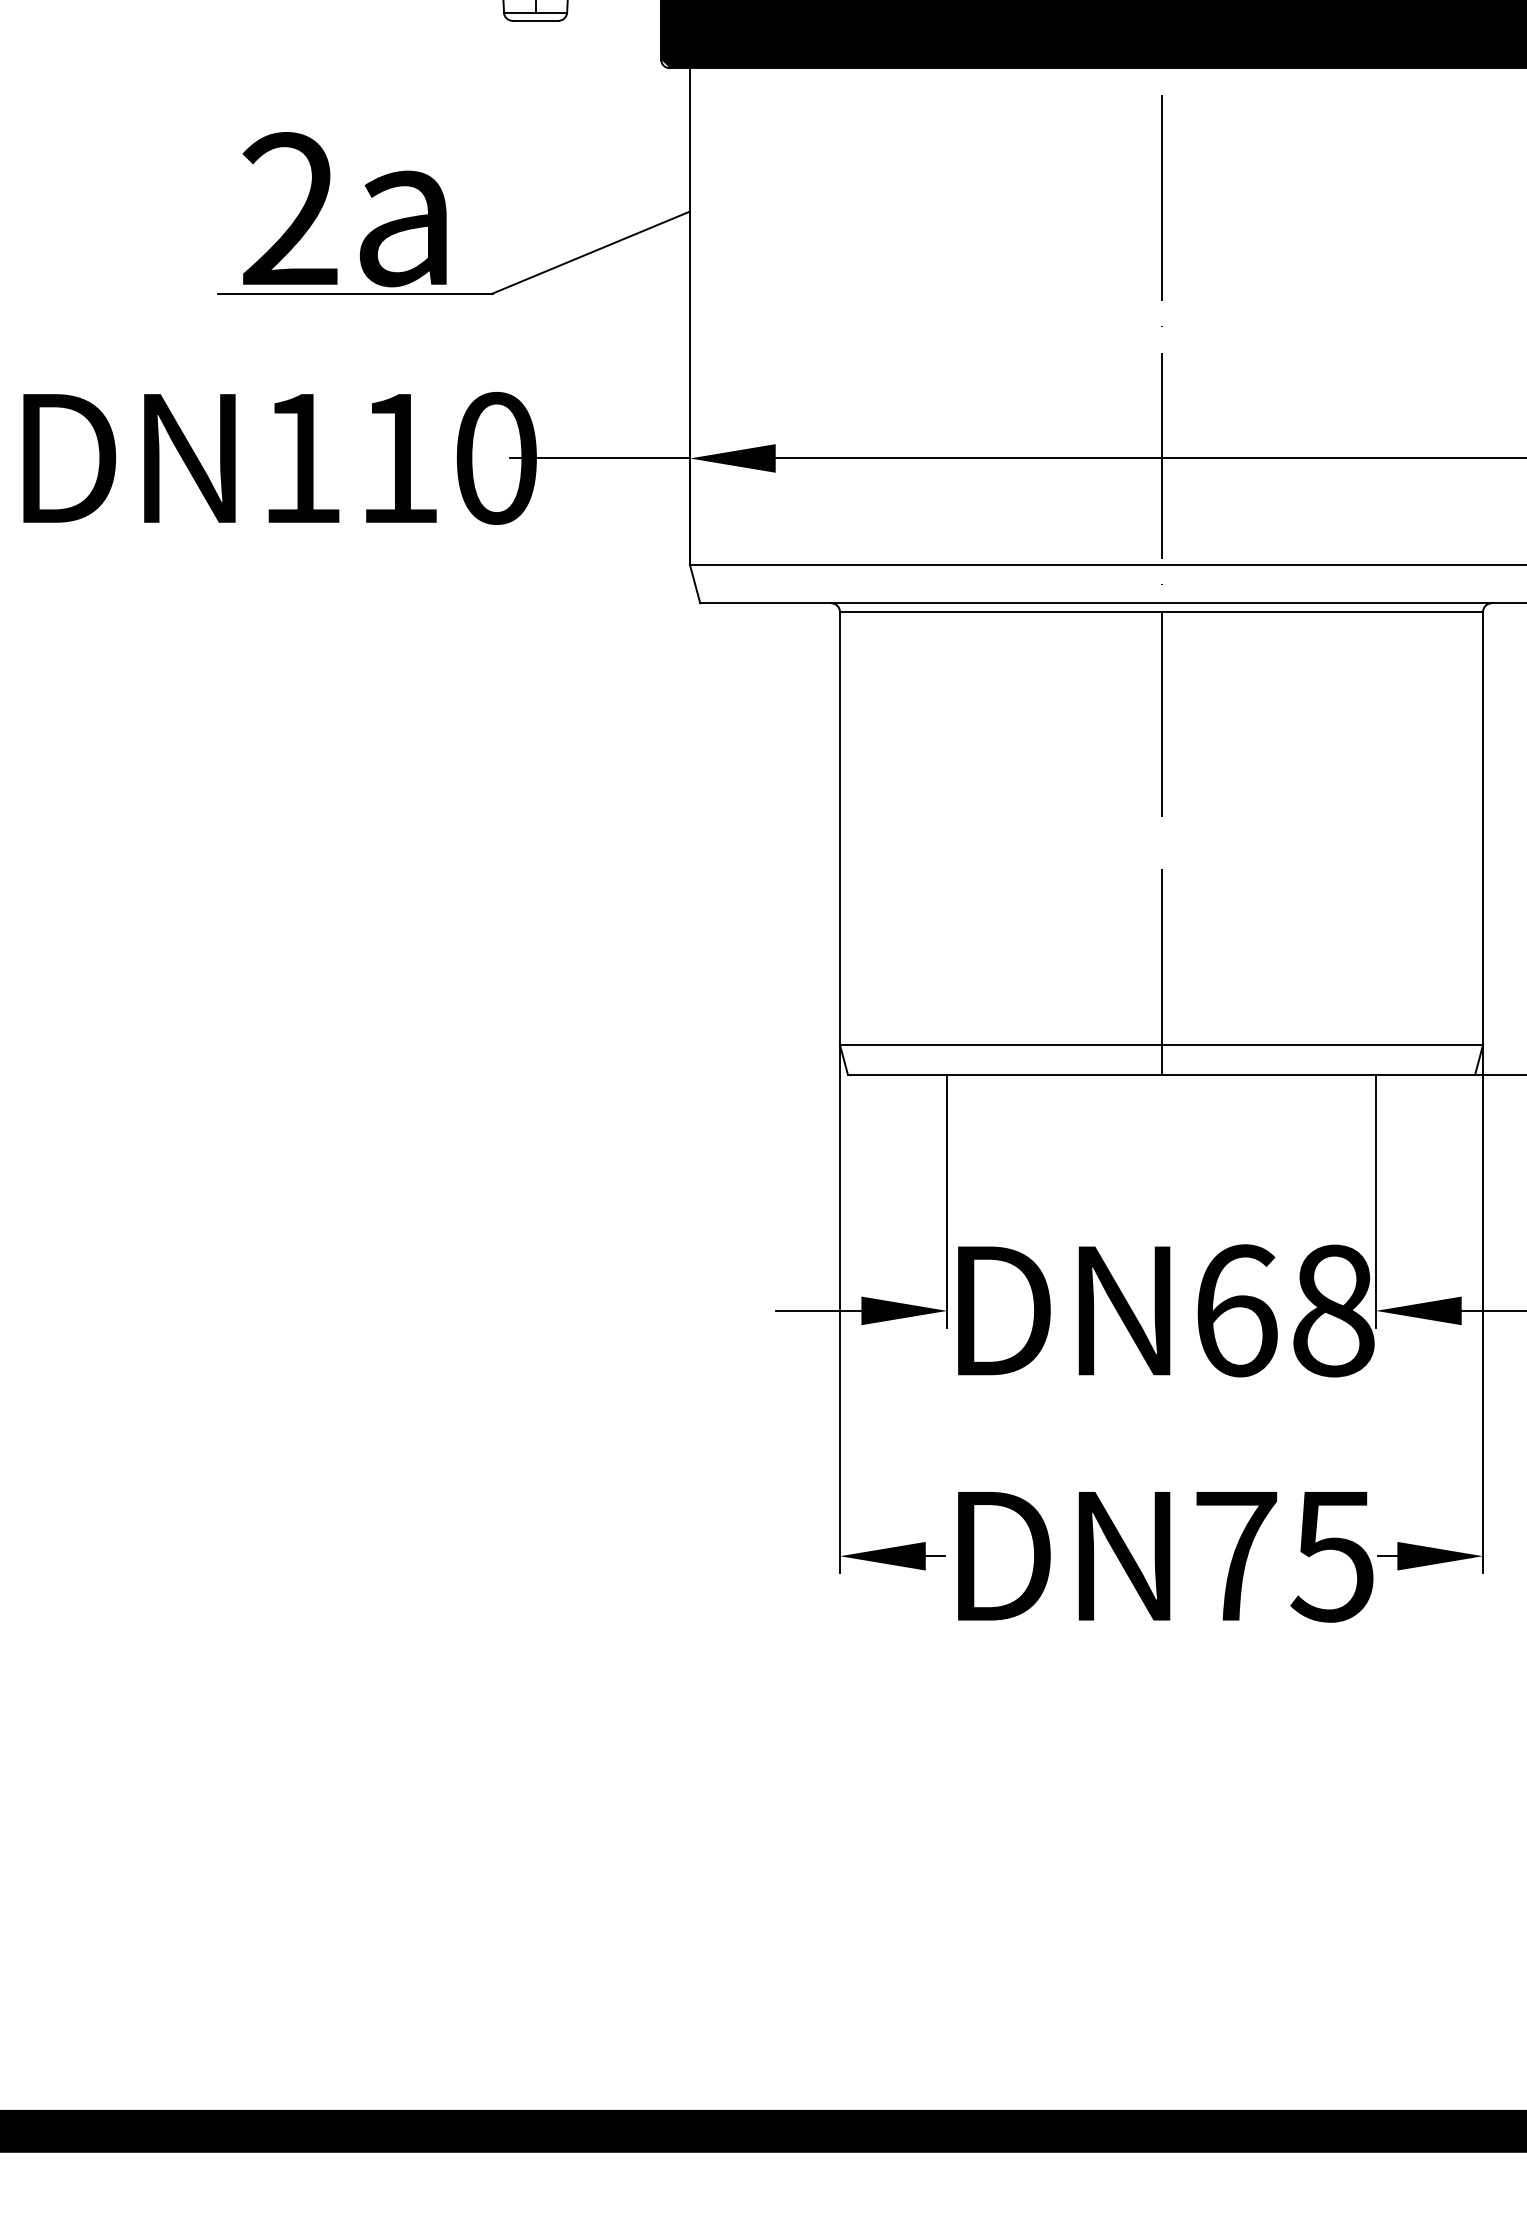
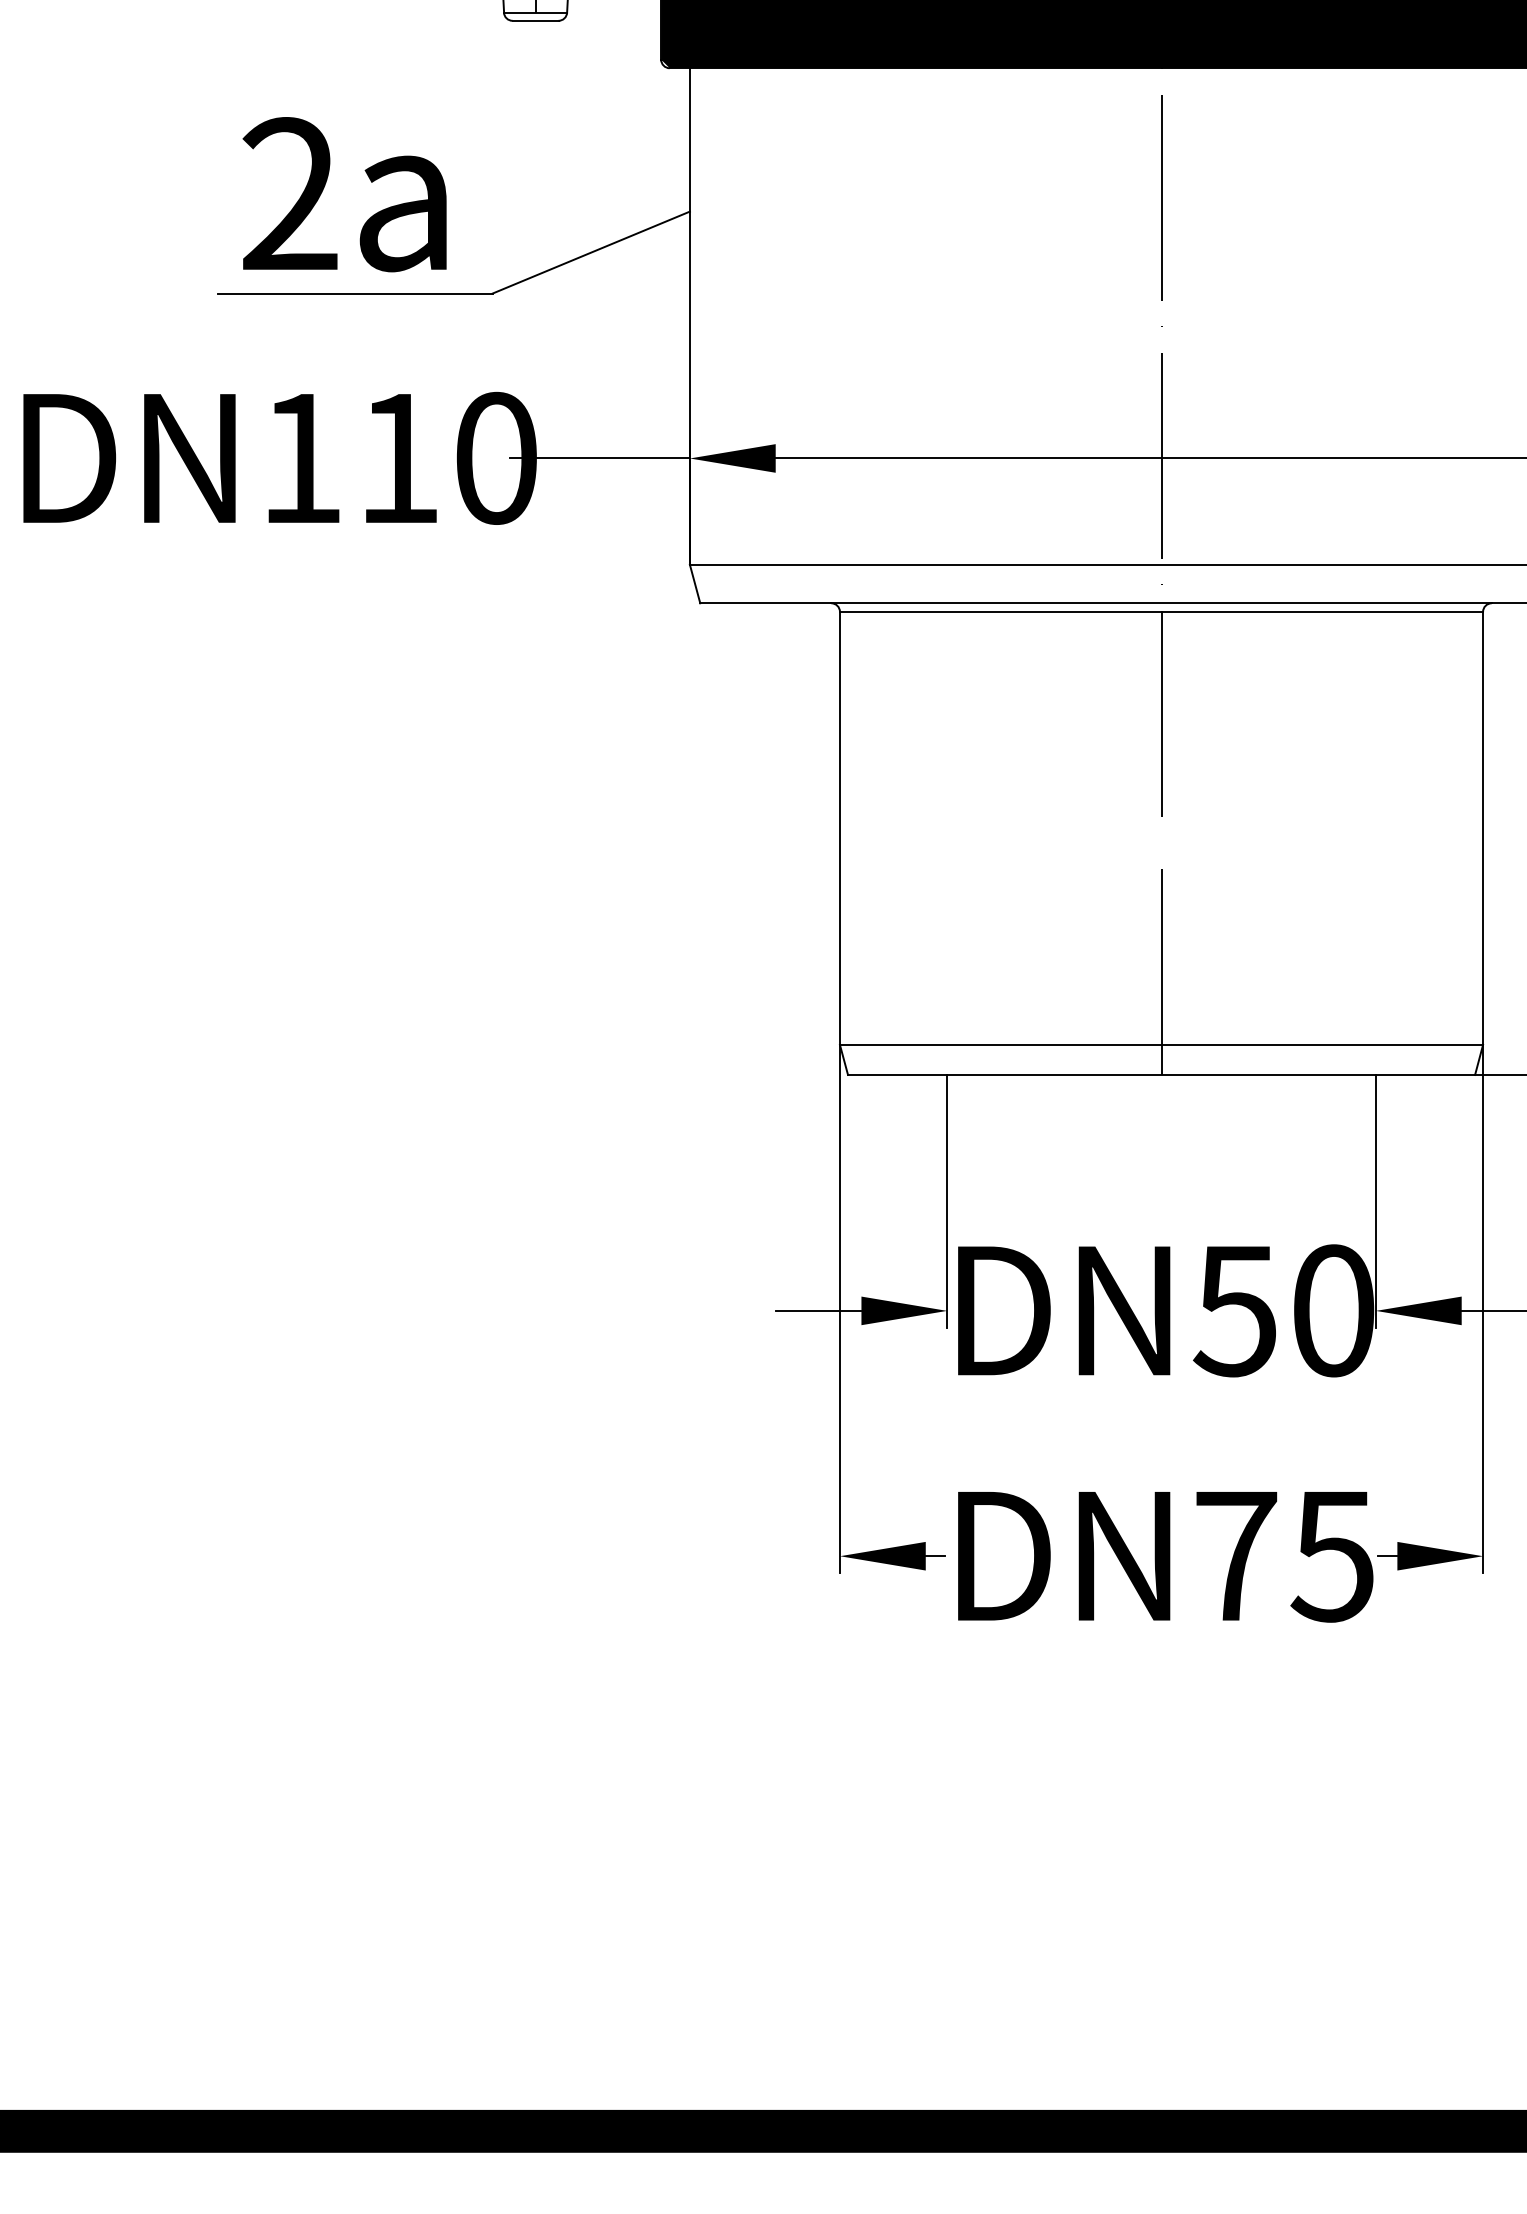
text at (344, 209) position: (344, 209) -> (344, 194)
text at (1283, 1310): DN68 -> DN50
